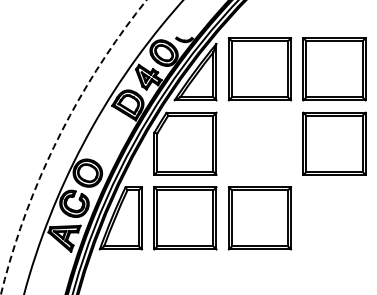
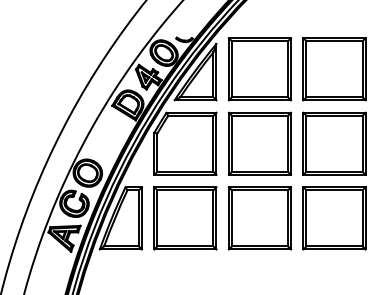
arc at (58, 138): dashed -> solid
part at (259, 143): none -> present
part at (334, 218): none -> present
